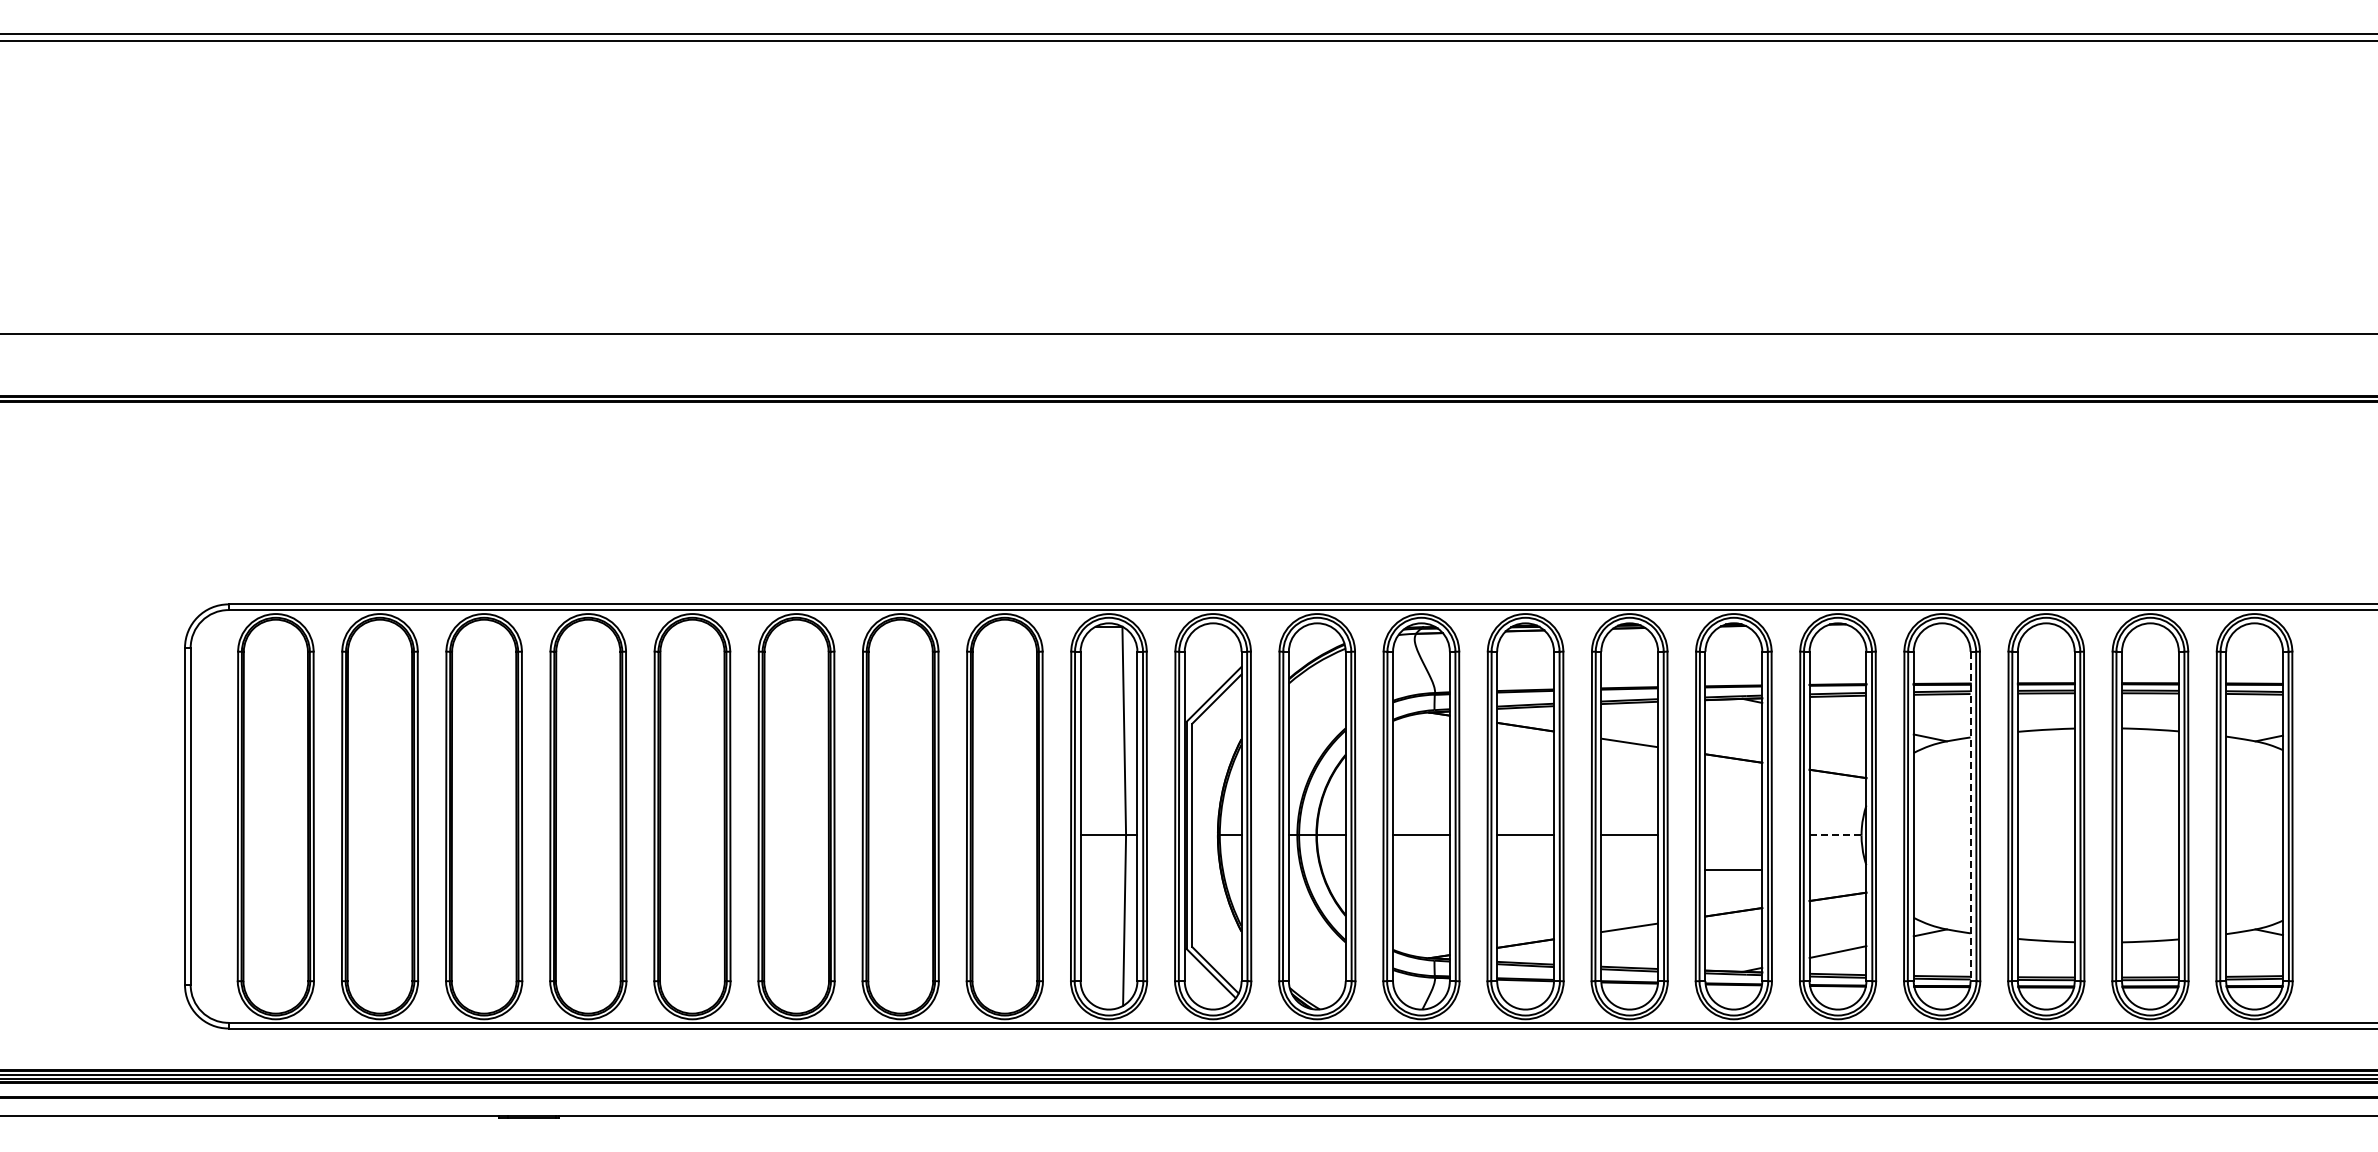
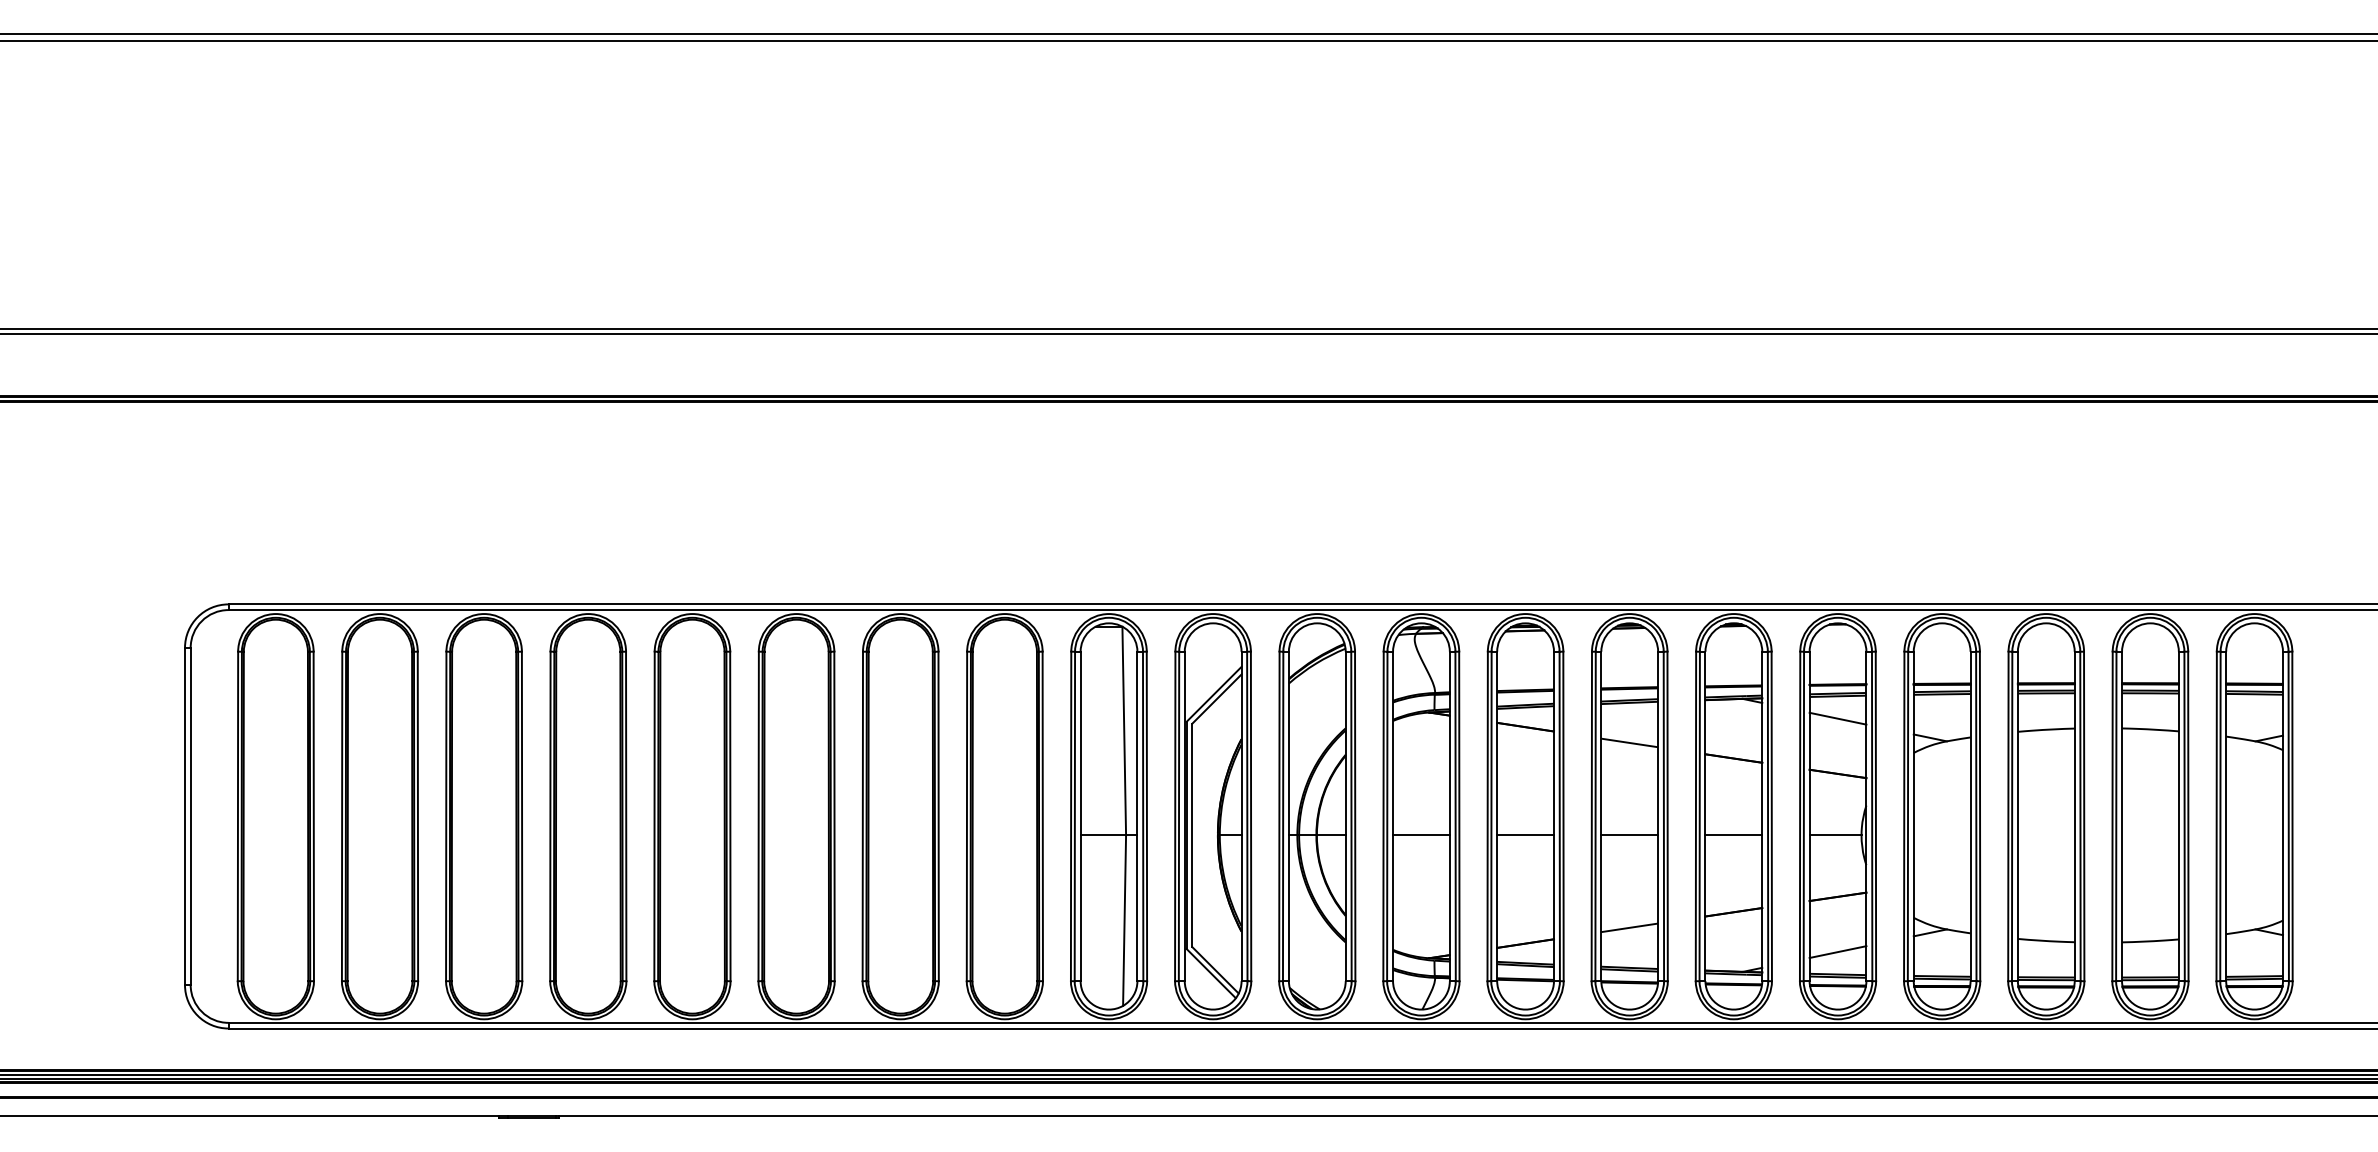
line at (1188, 328): none -> present
line at (1837, 718): none -> present
line at (1970, 816): dashed -> solid
line at (1835, 835): dashed -> solid
line at (1733, 870) position: (1733, 870) -> (1733, 835)
